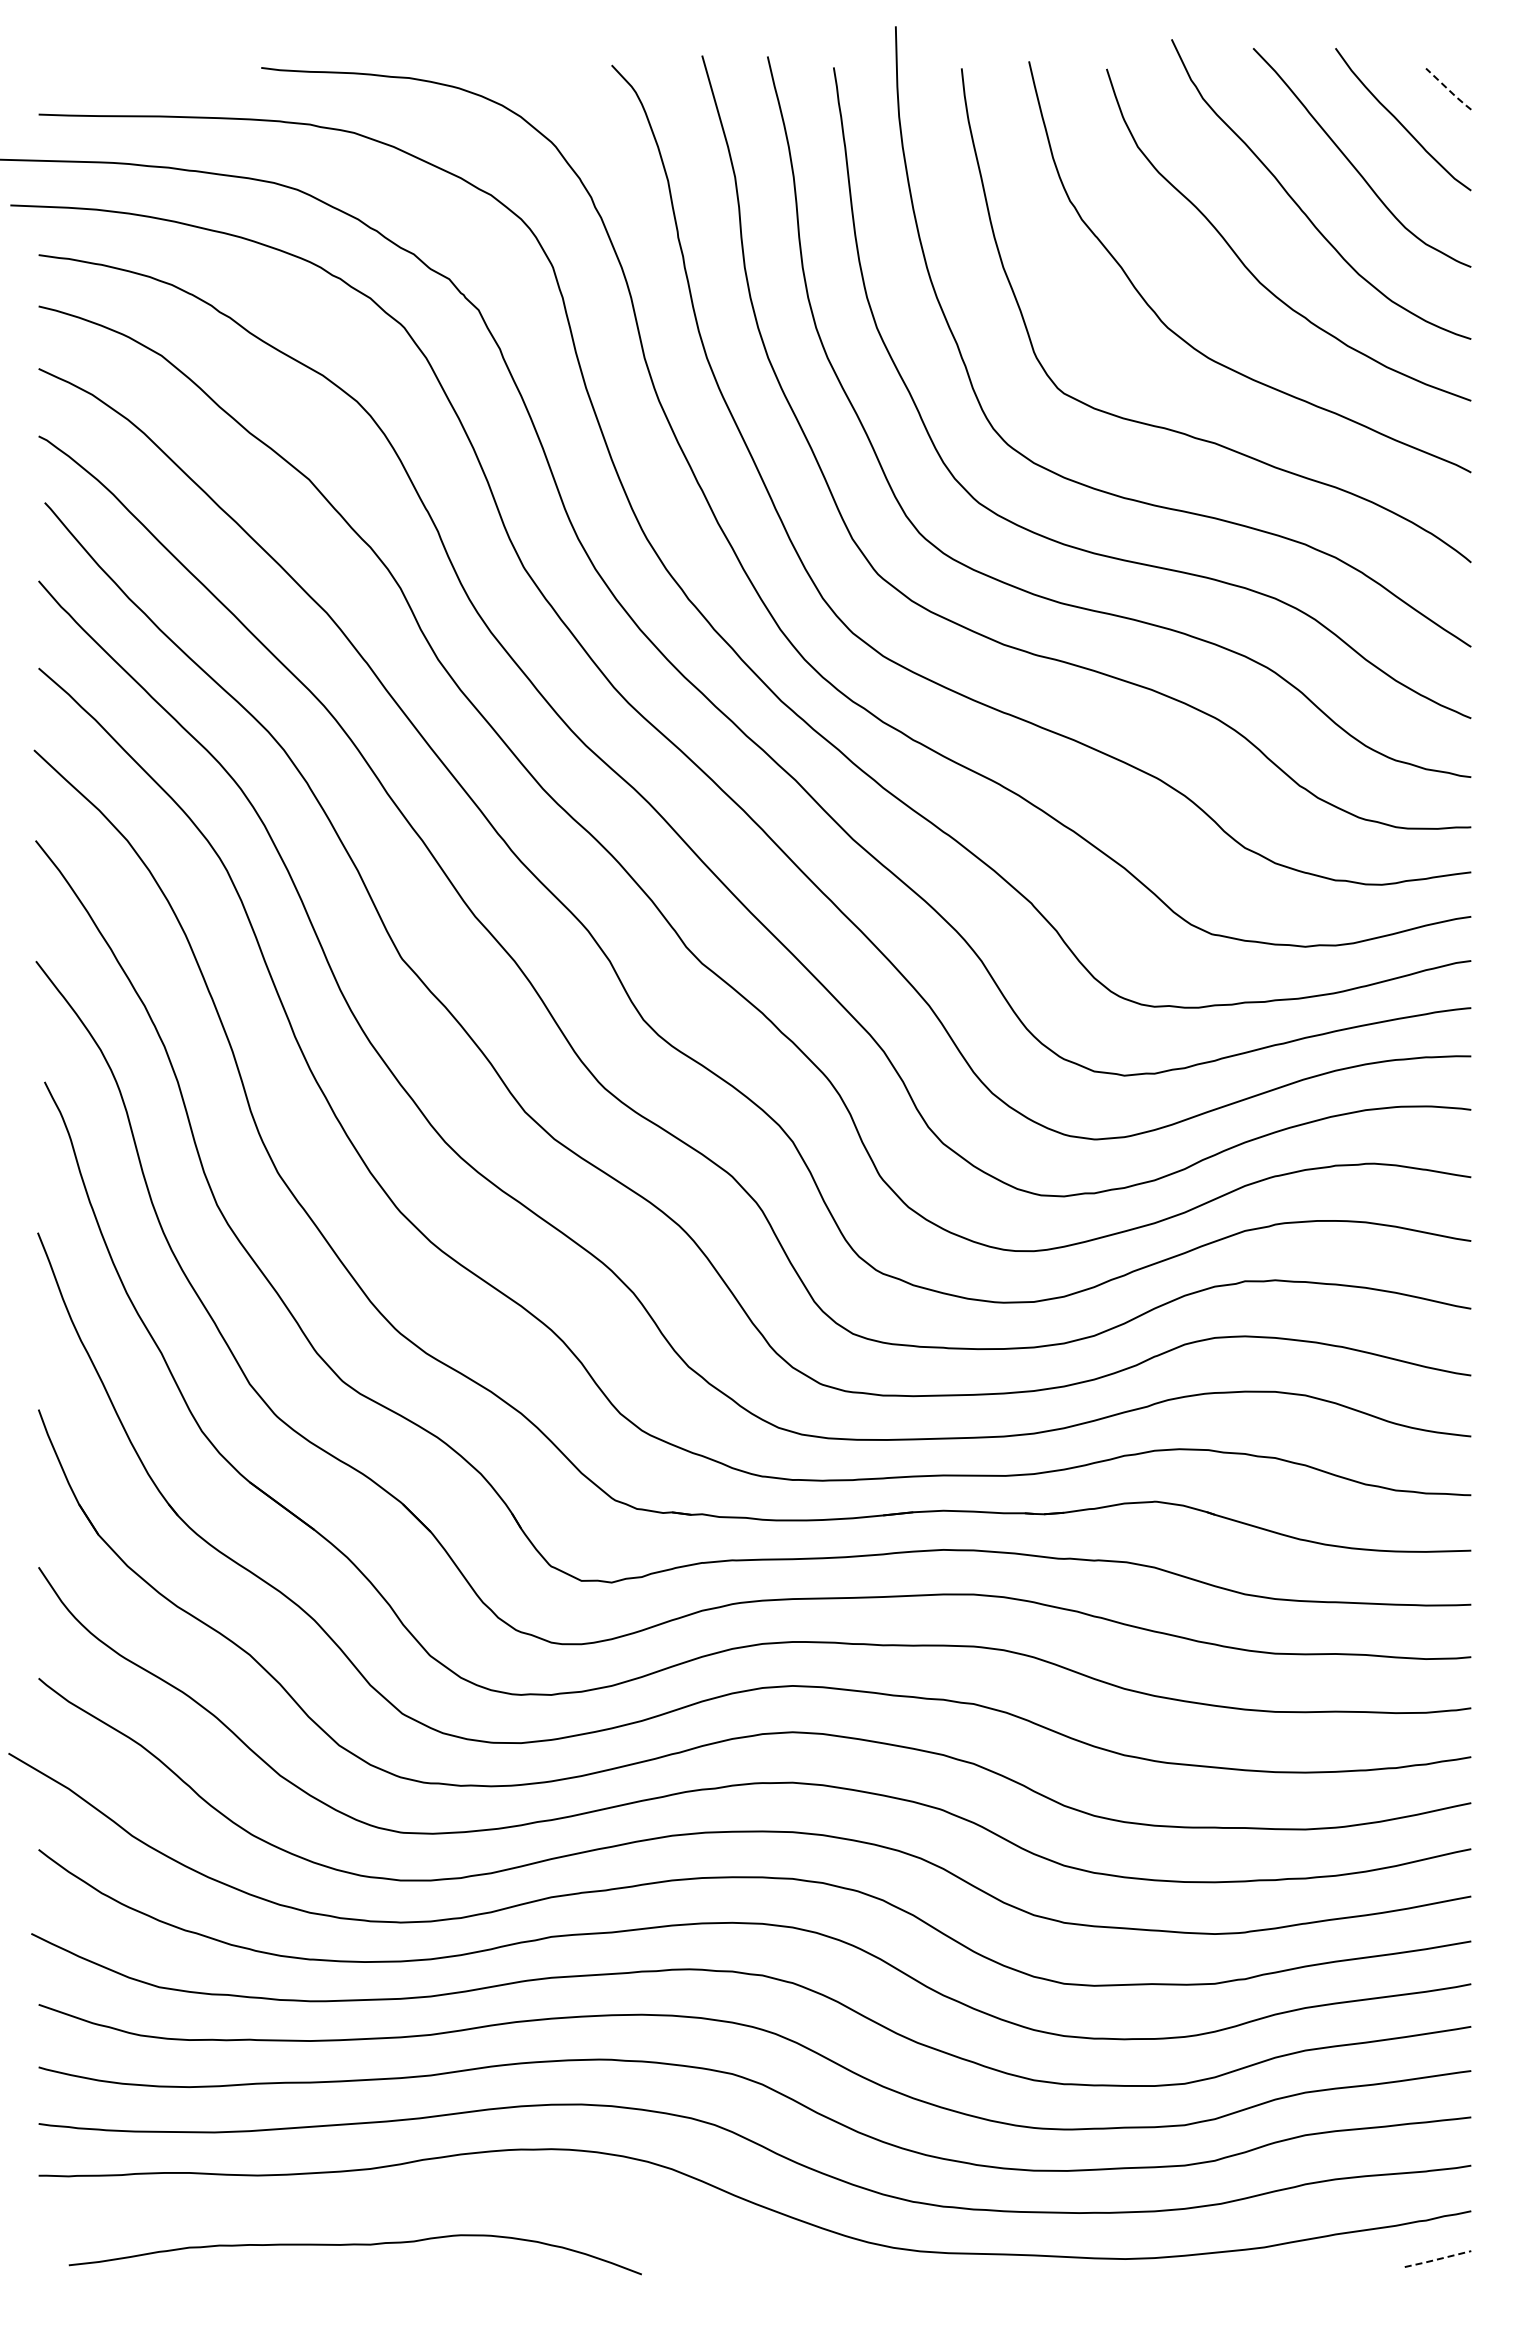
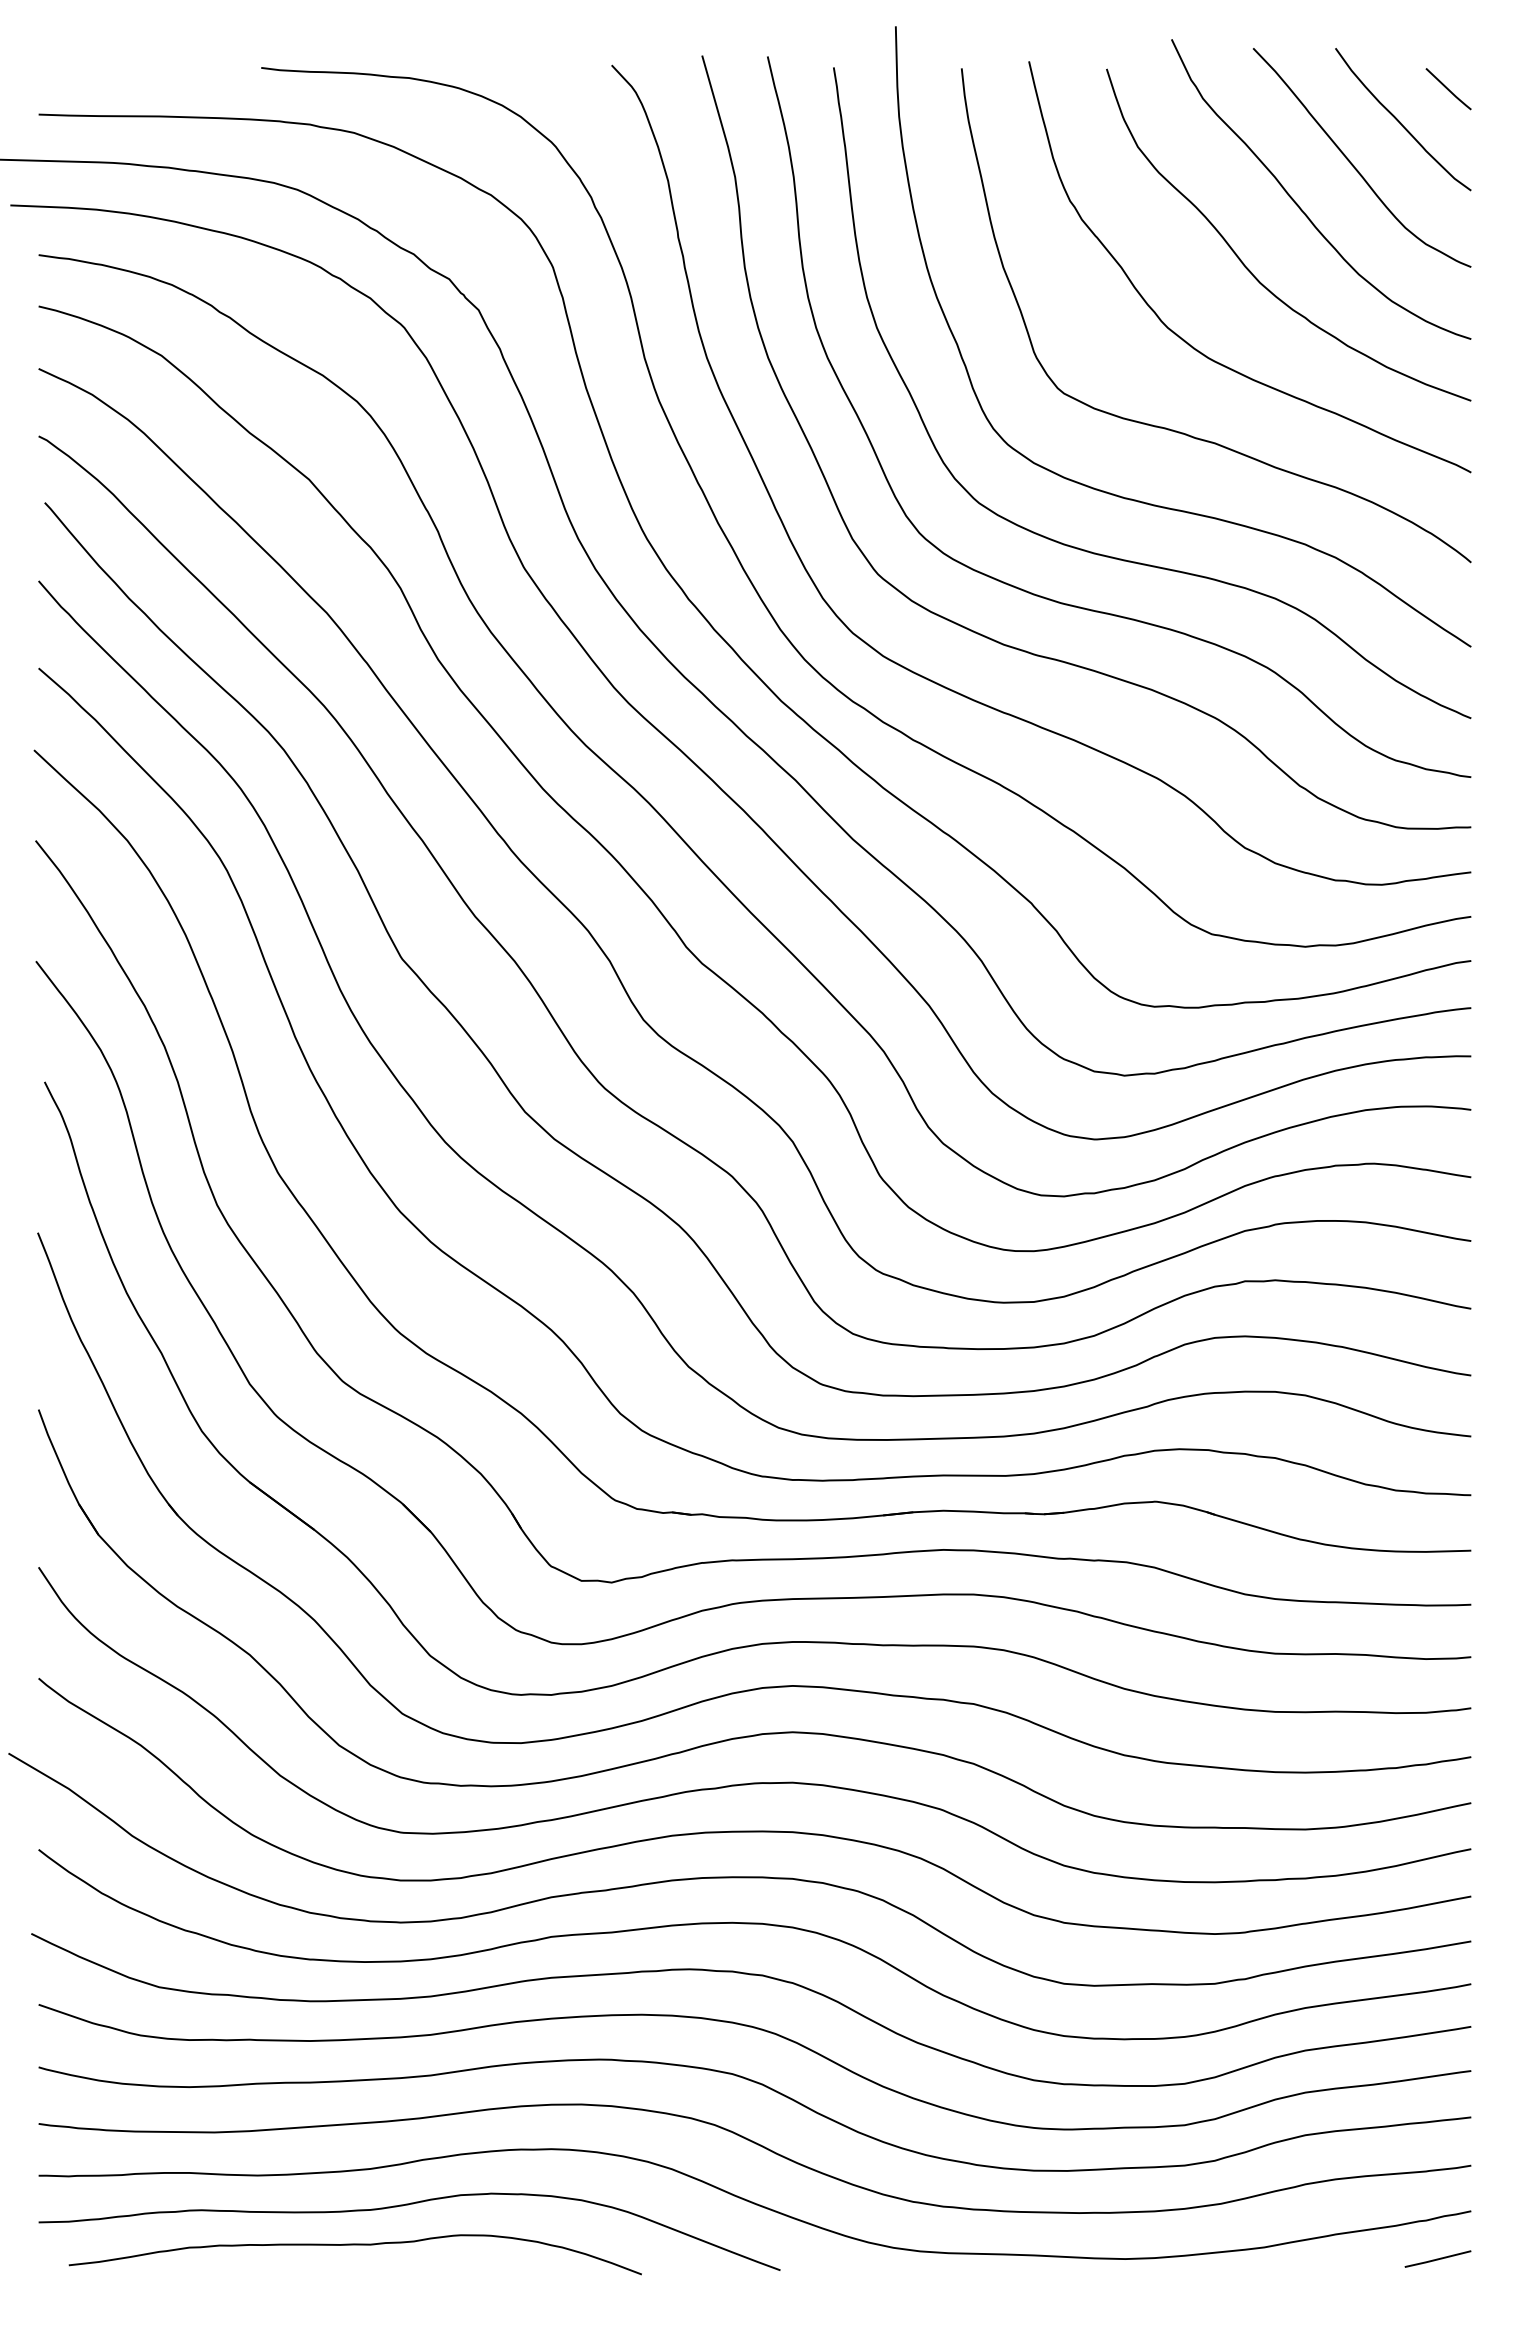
line at (1449, 90): dashed -> solid
curve at (403, 2206): none -> present
line at (1437, 2259): dashed -> solid
